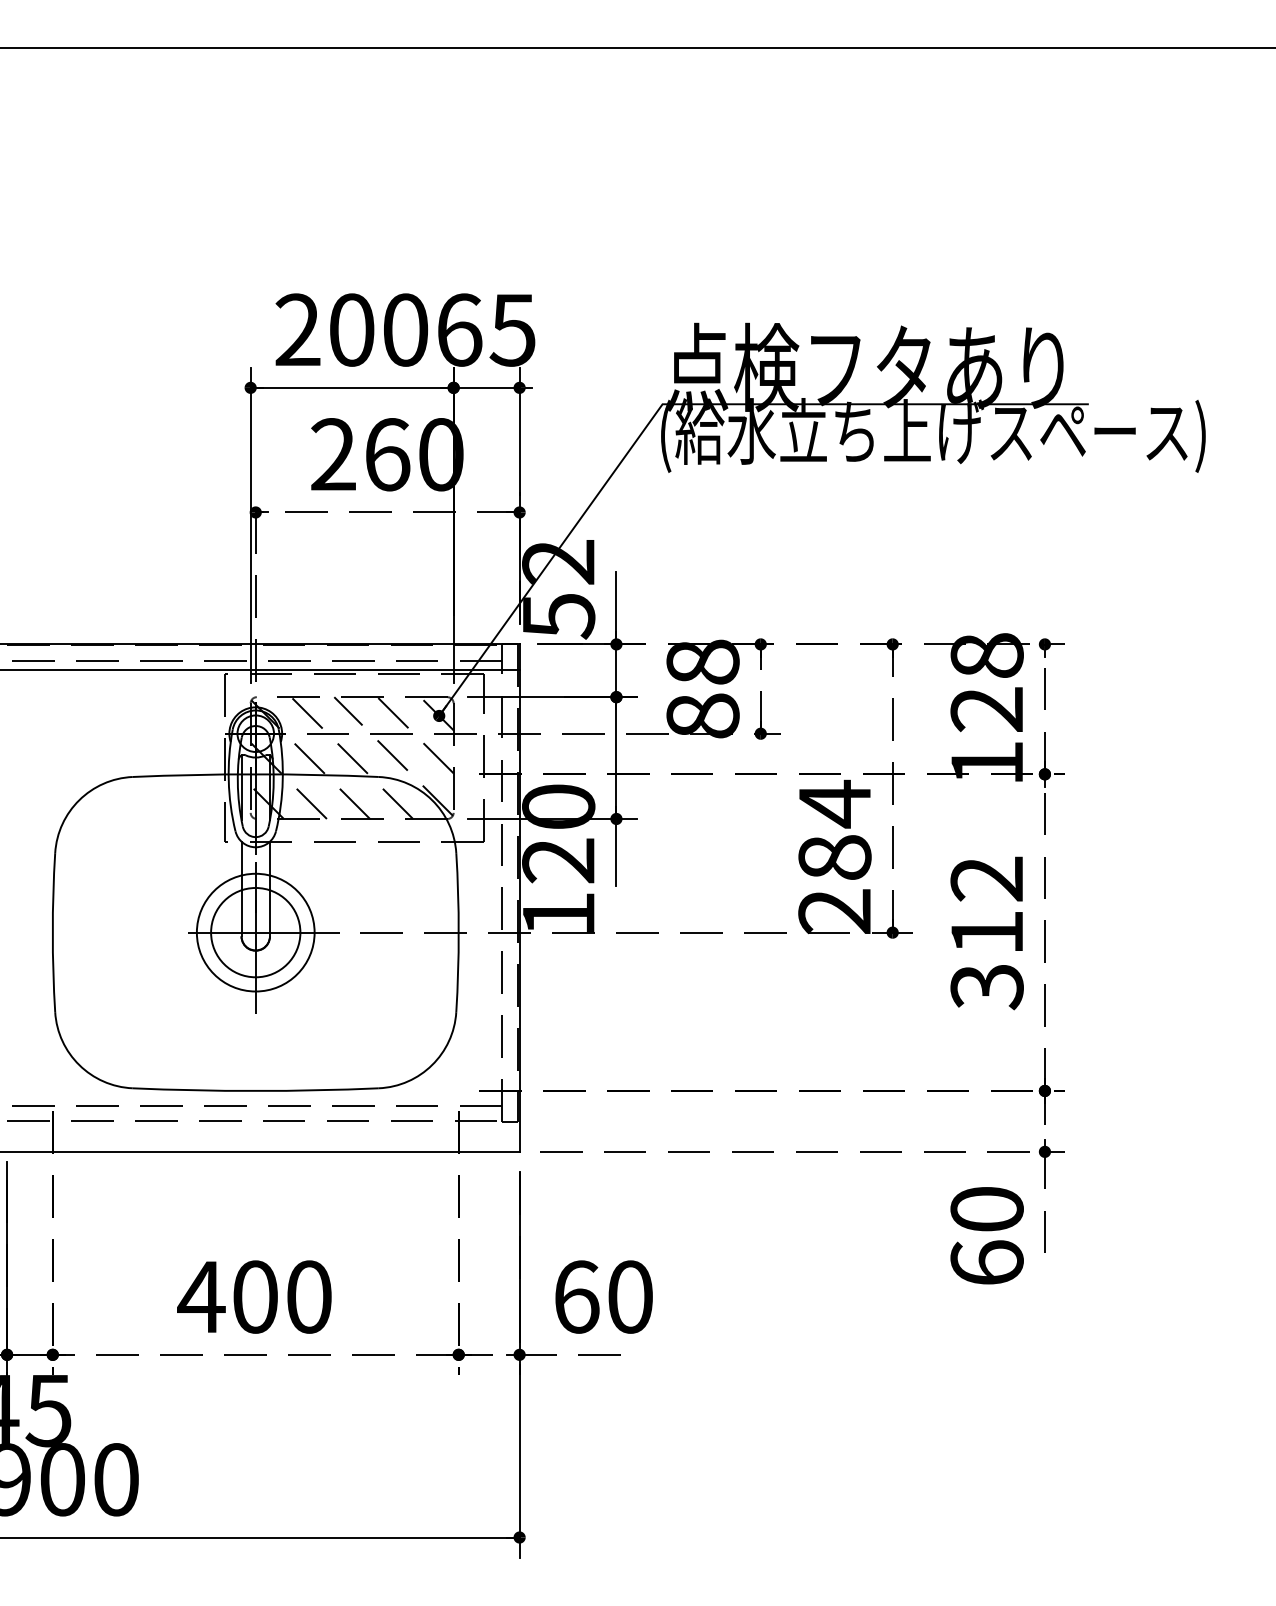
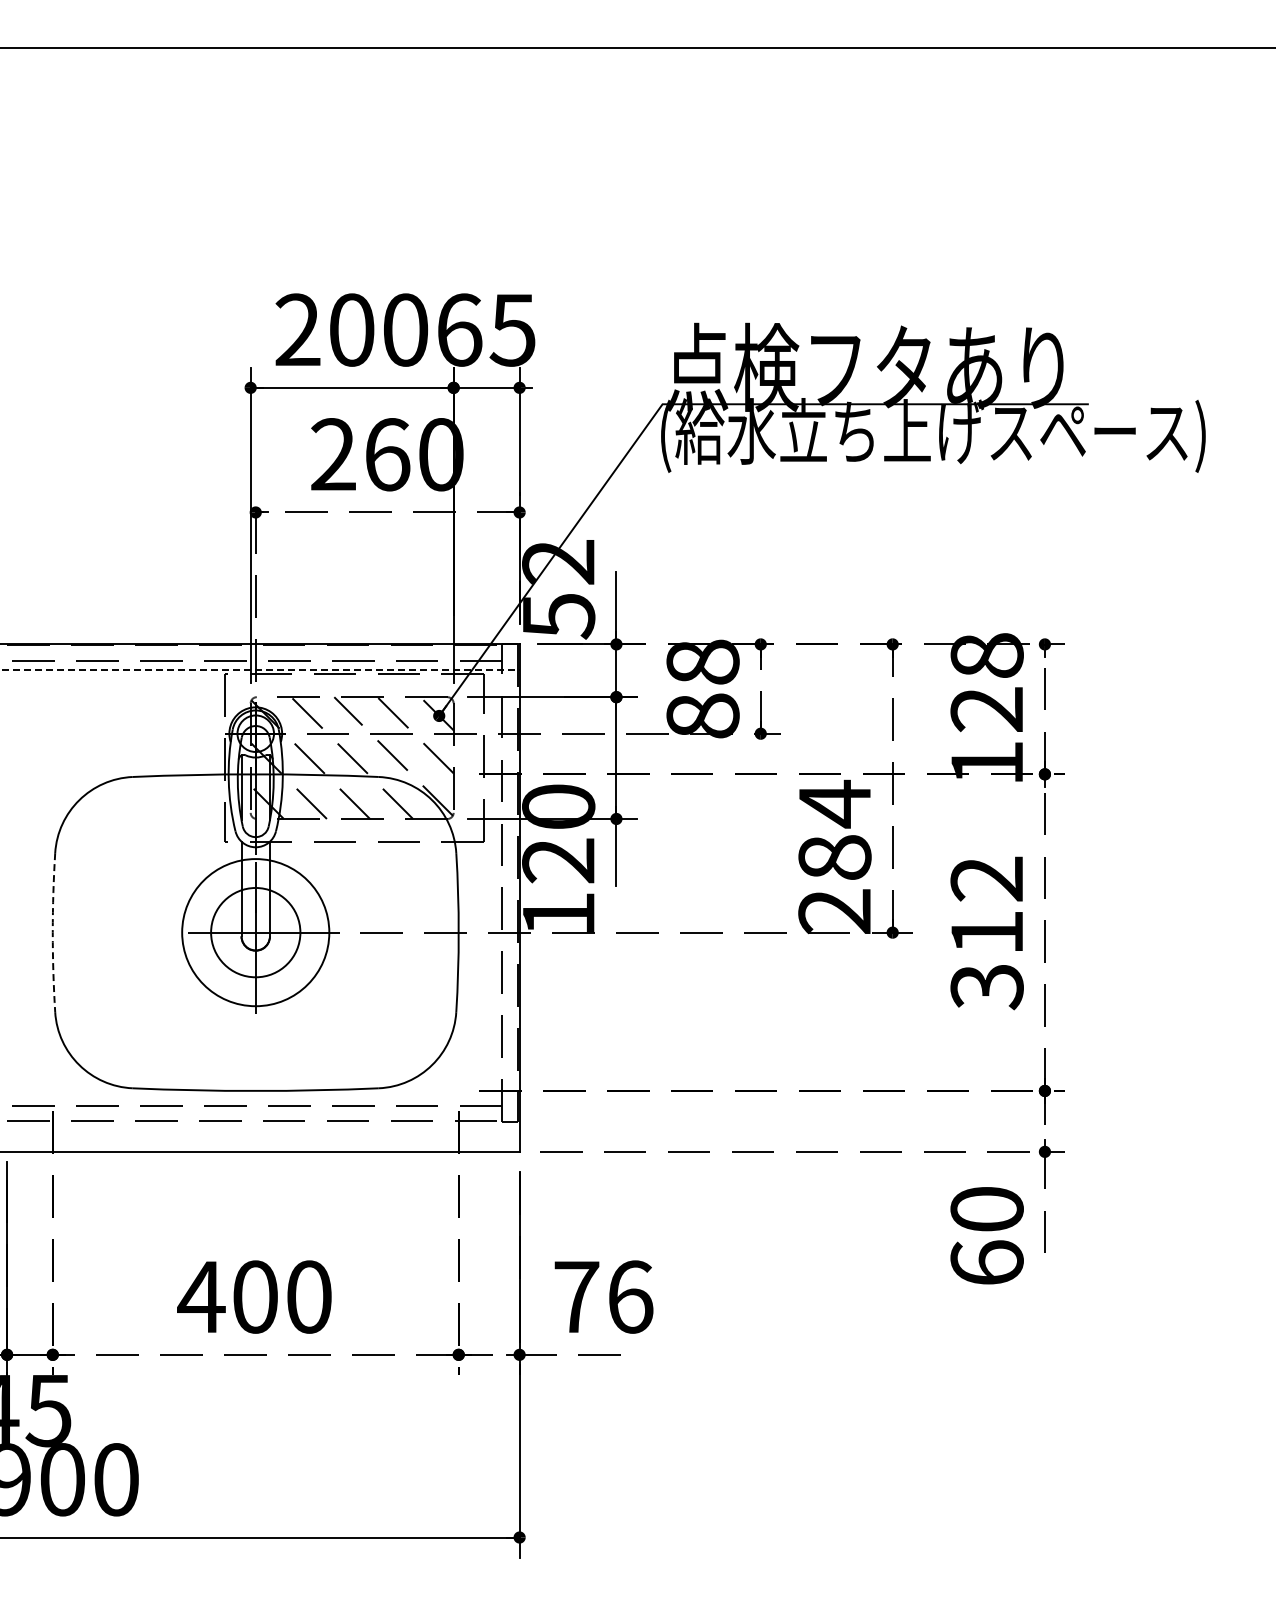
line at (260, 669): solid -> dashed
arc at (52, 932): solid -> dashed
circle at (255, 932) diameter: 118 px -> 147 px
text at (603, 1296): 60 -> 76
